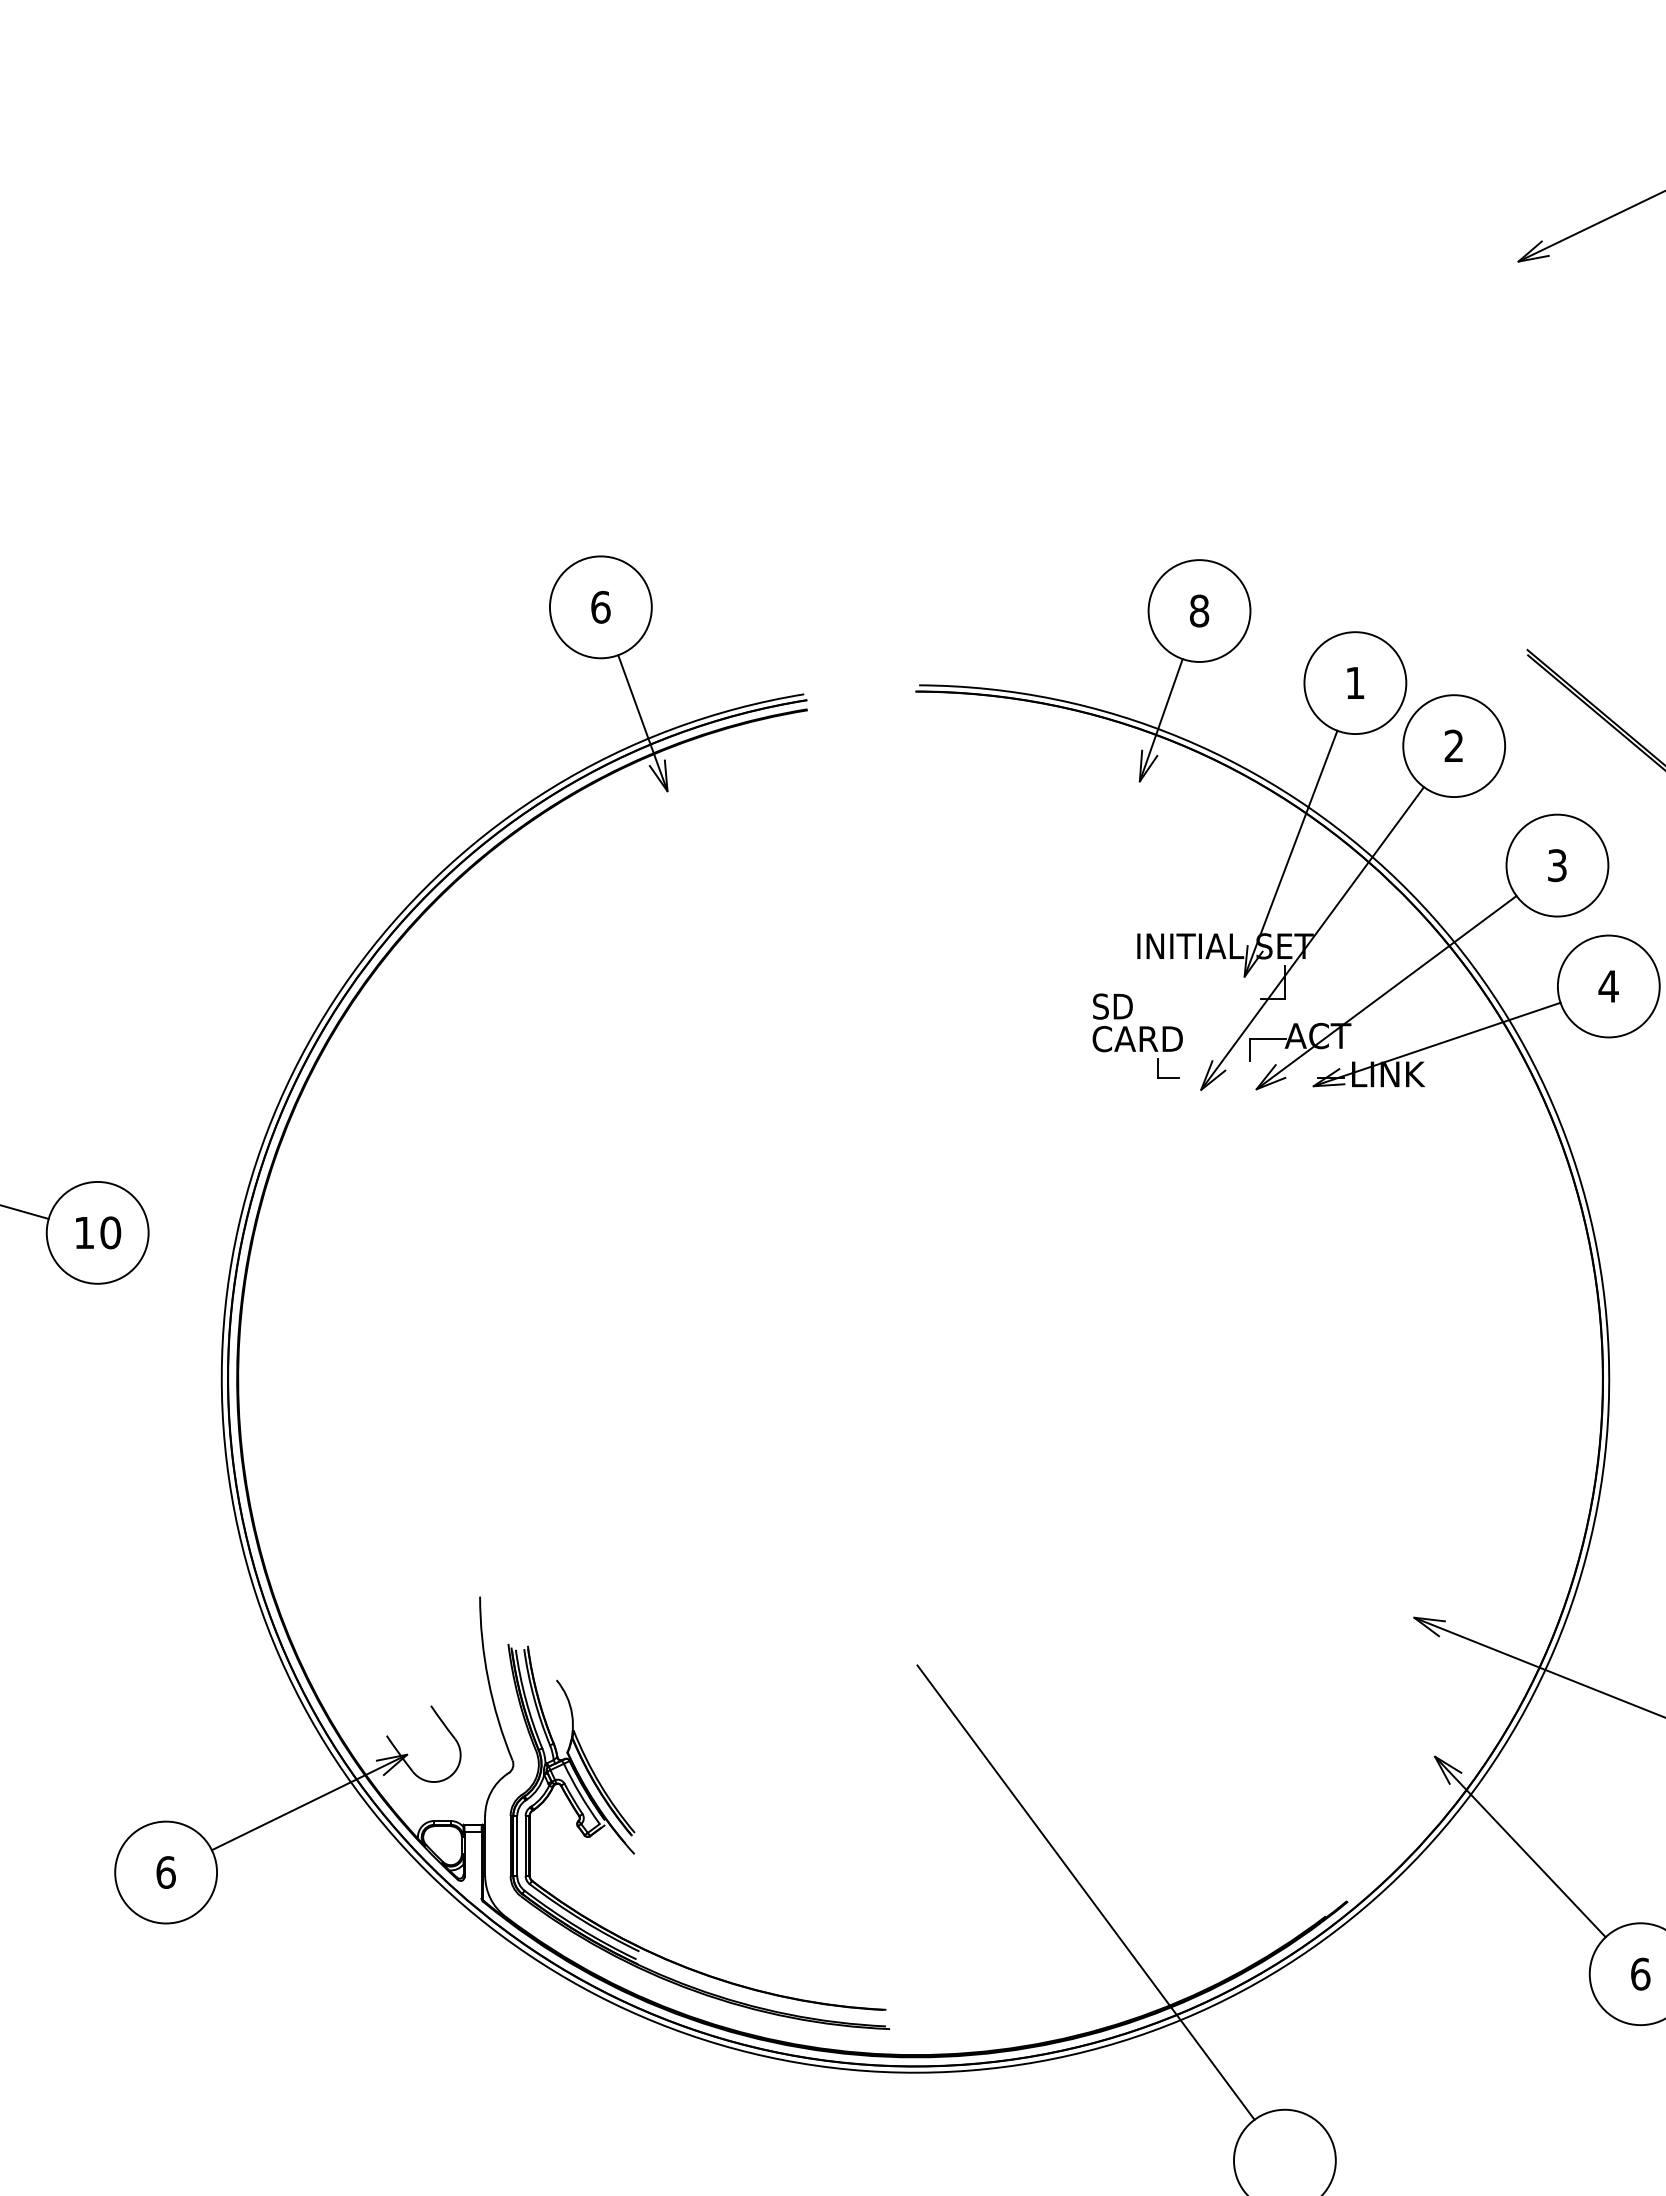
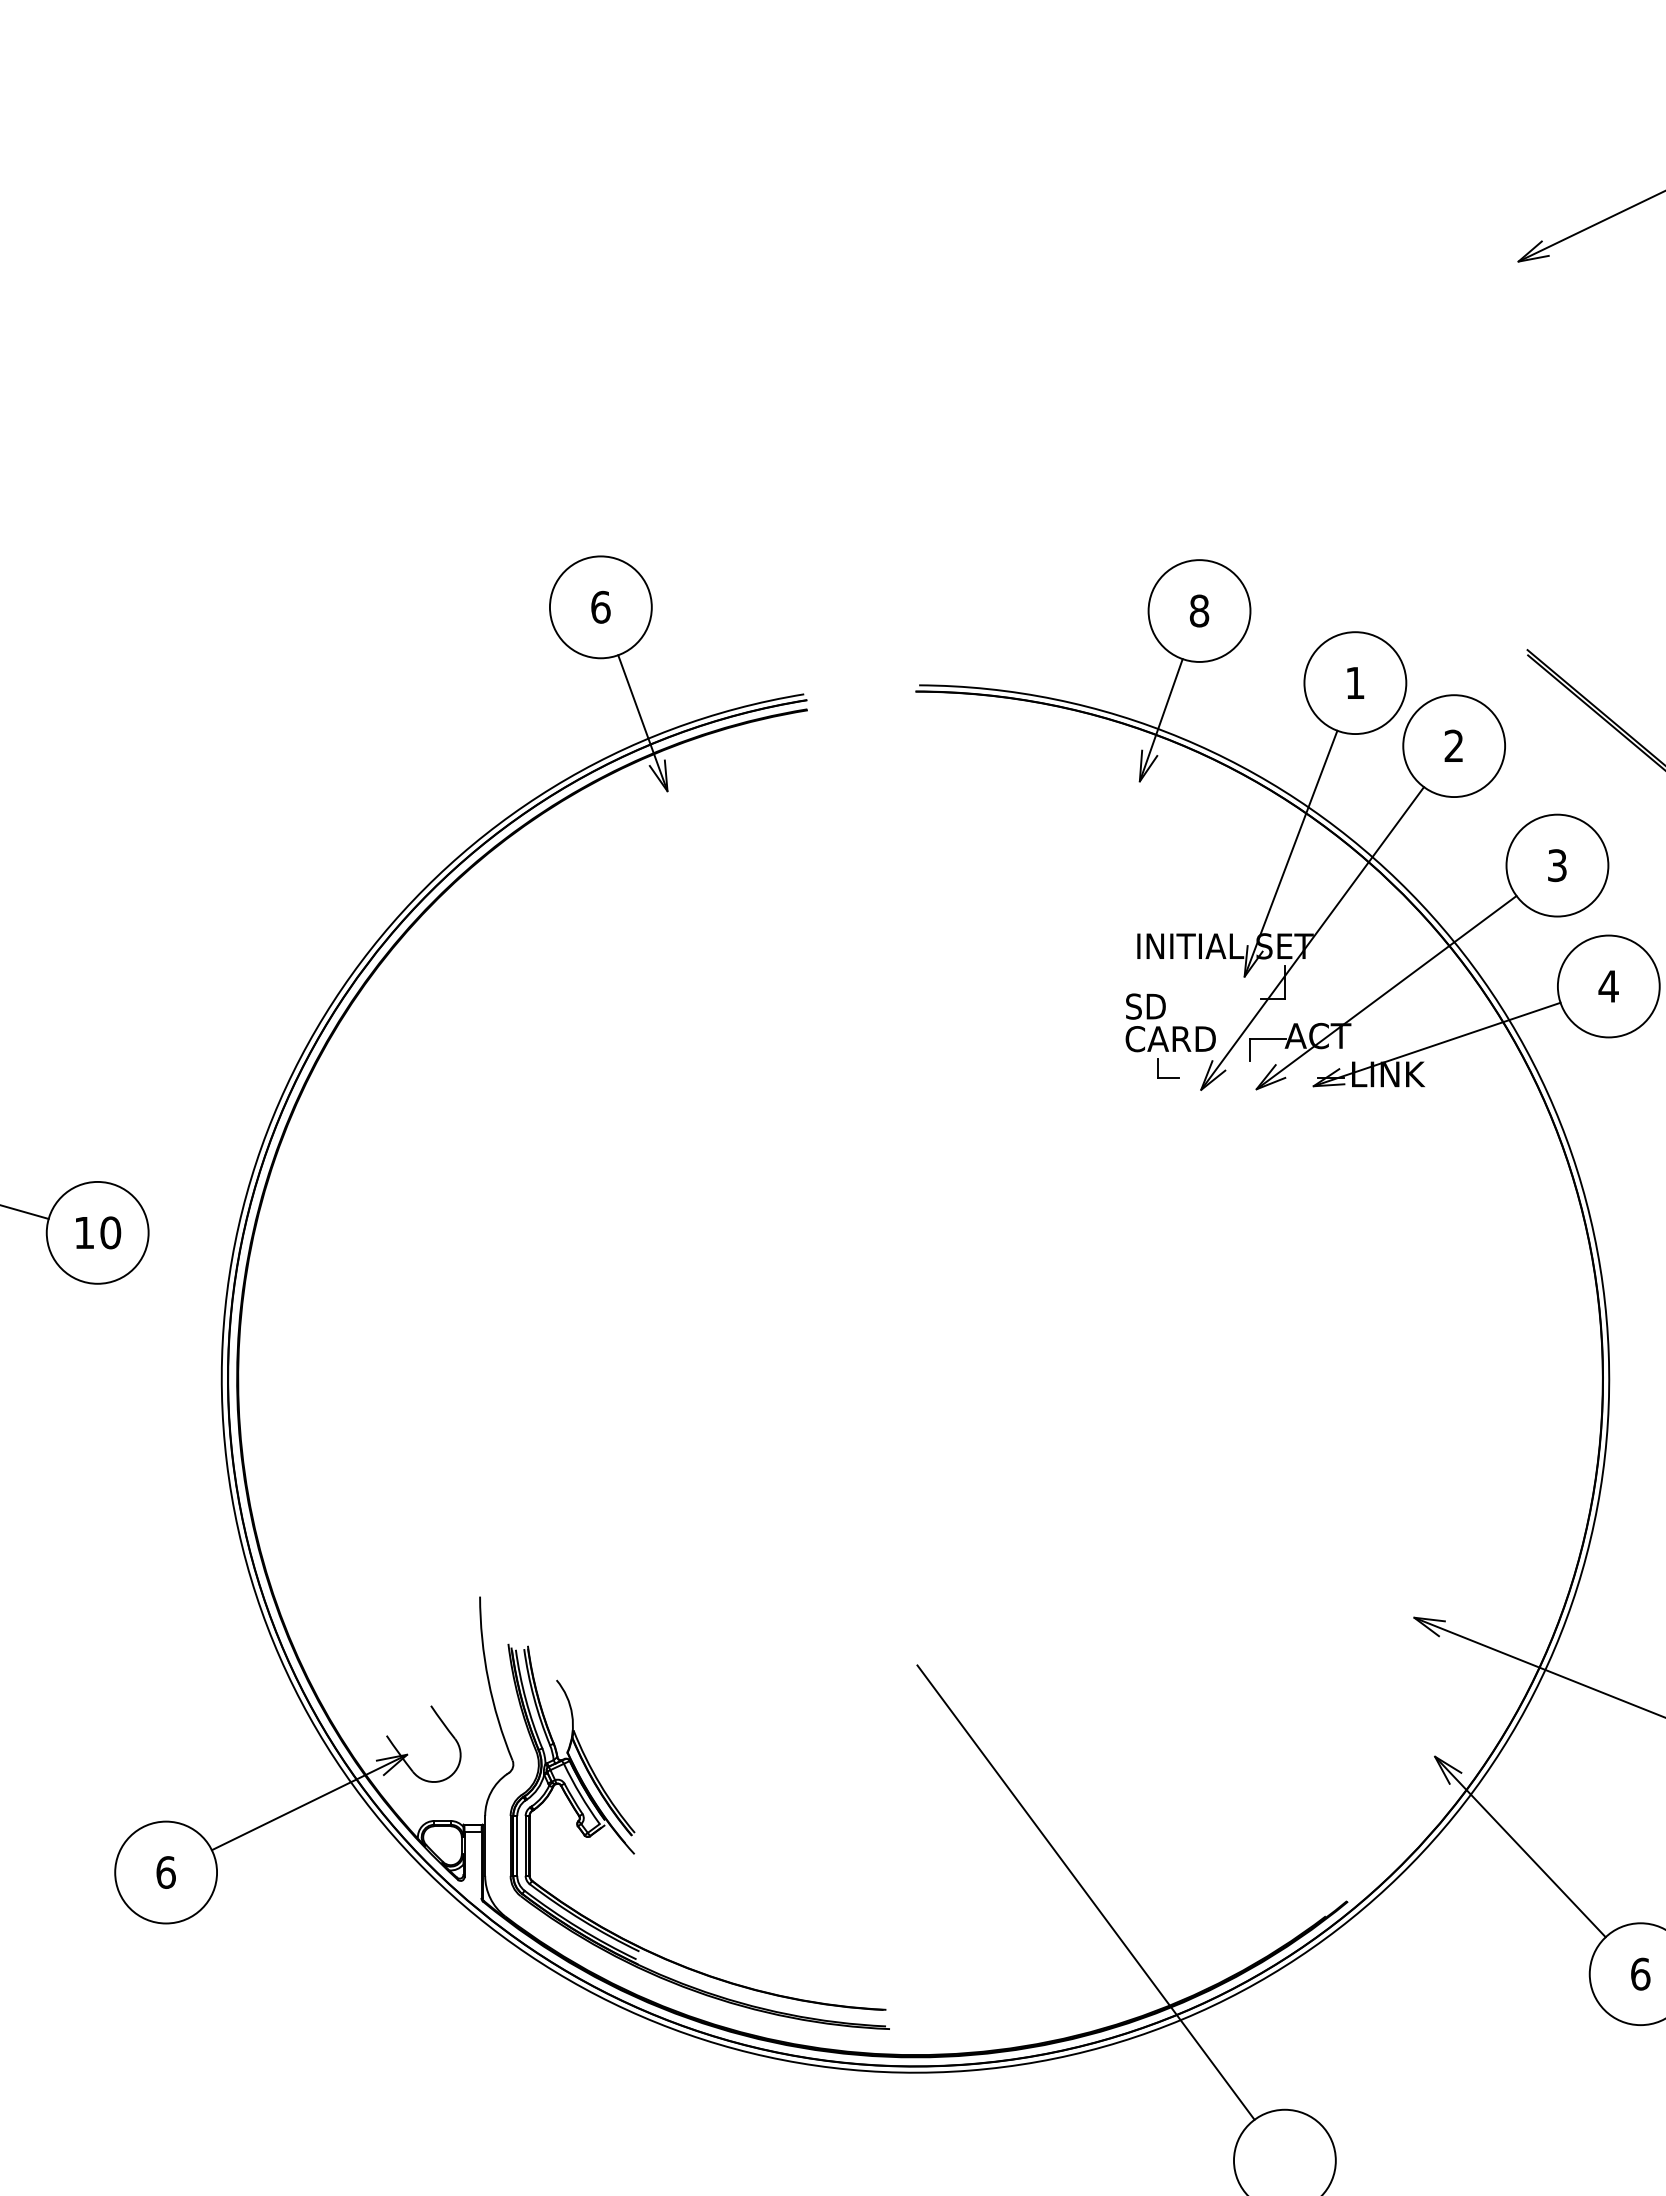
text at (1137, 1022) position: (1137, 1022) -> (1170, 1022)
